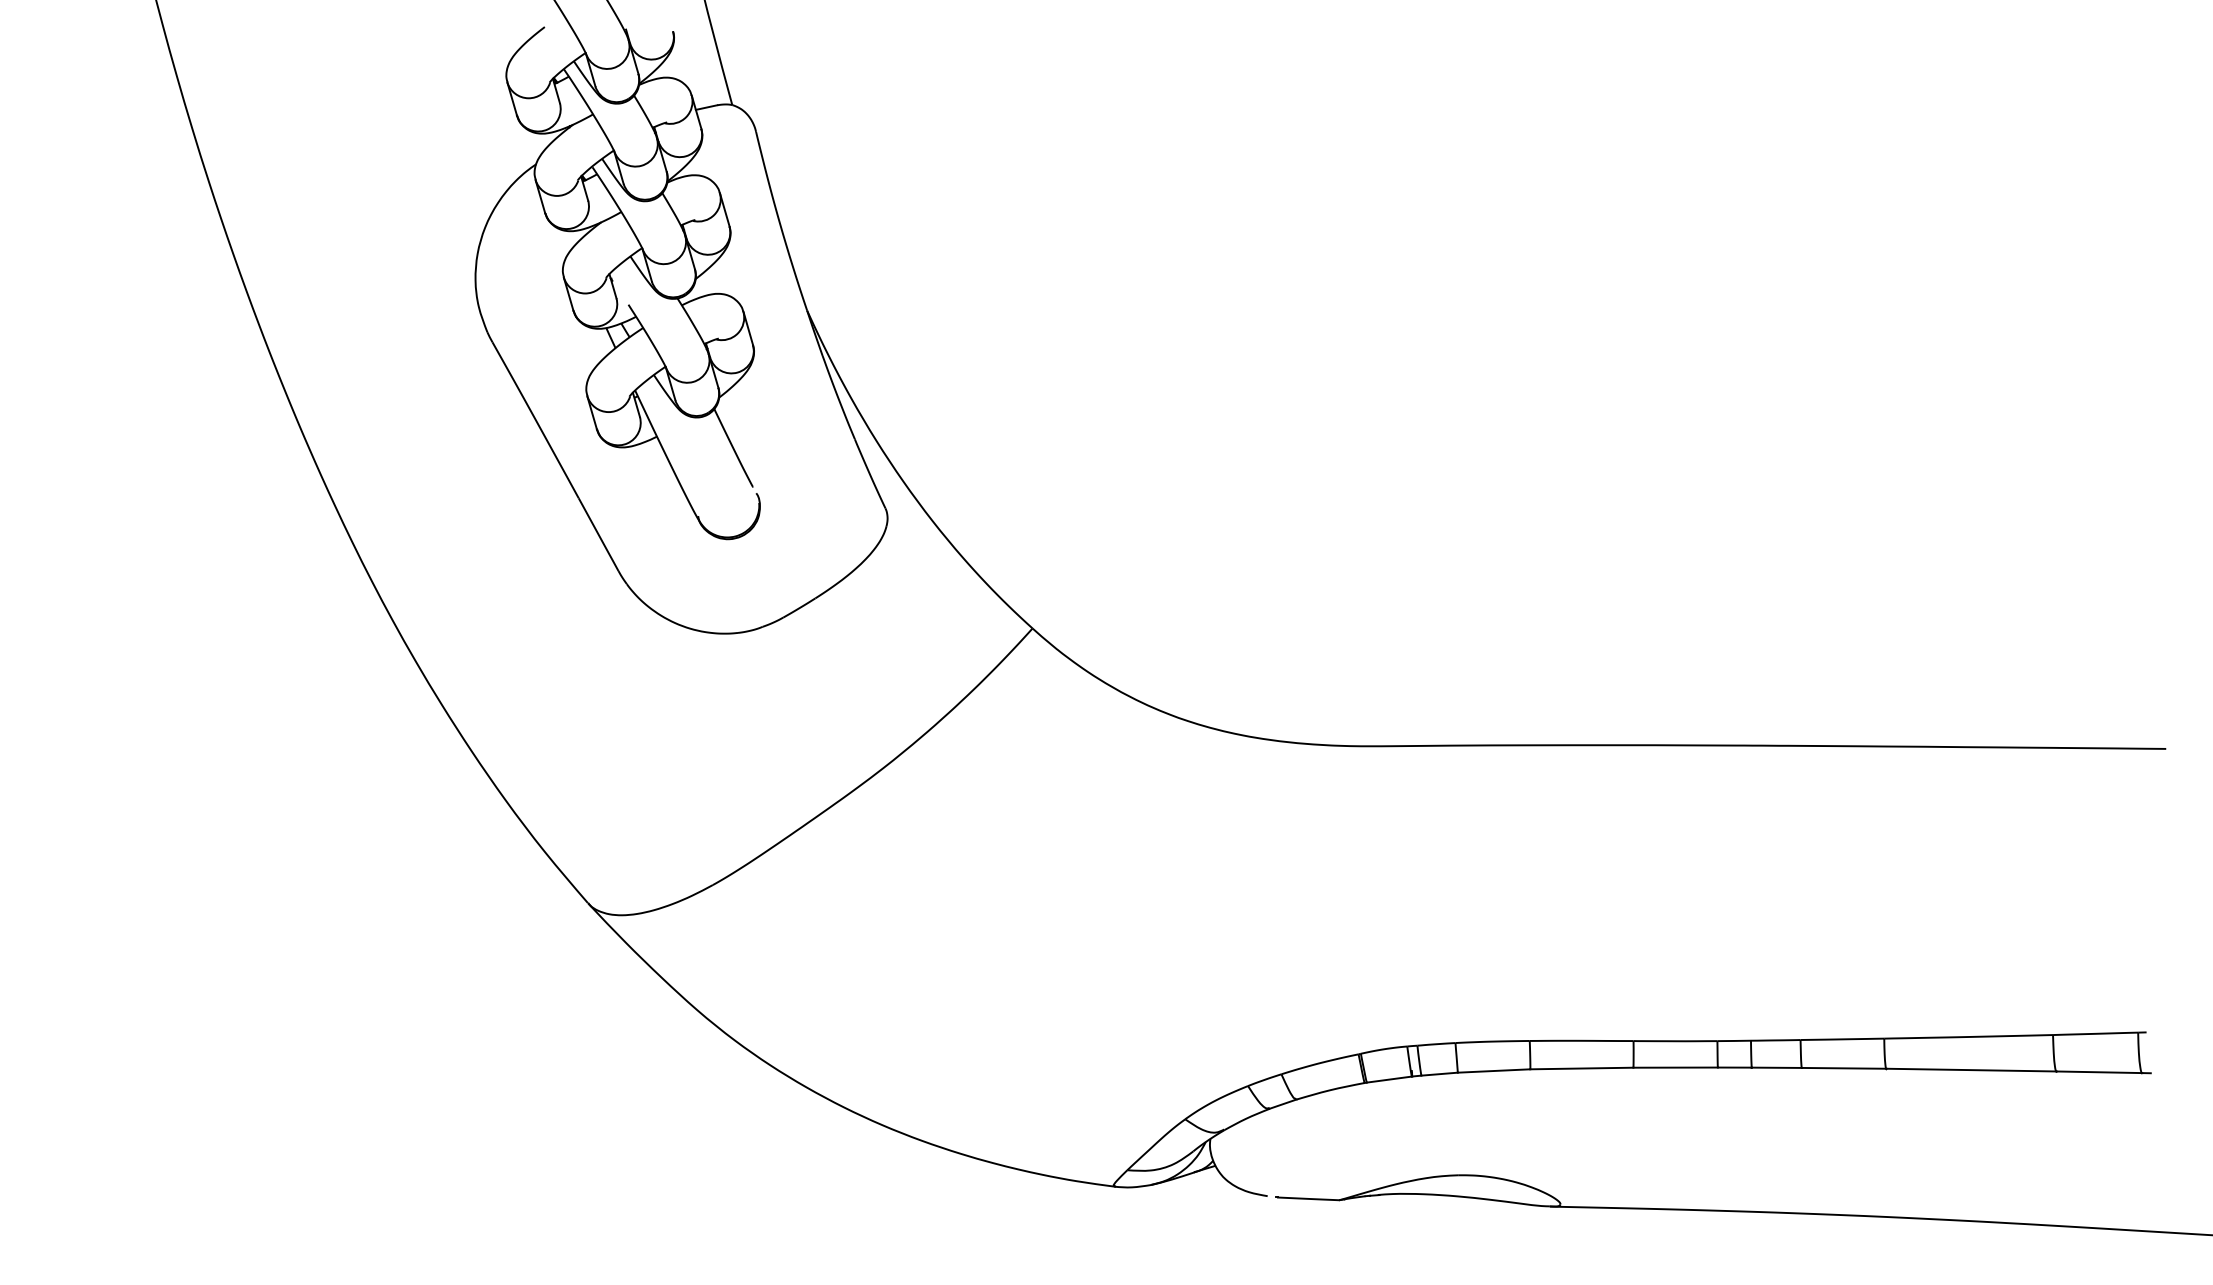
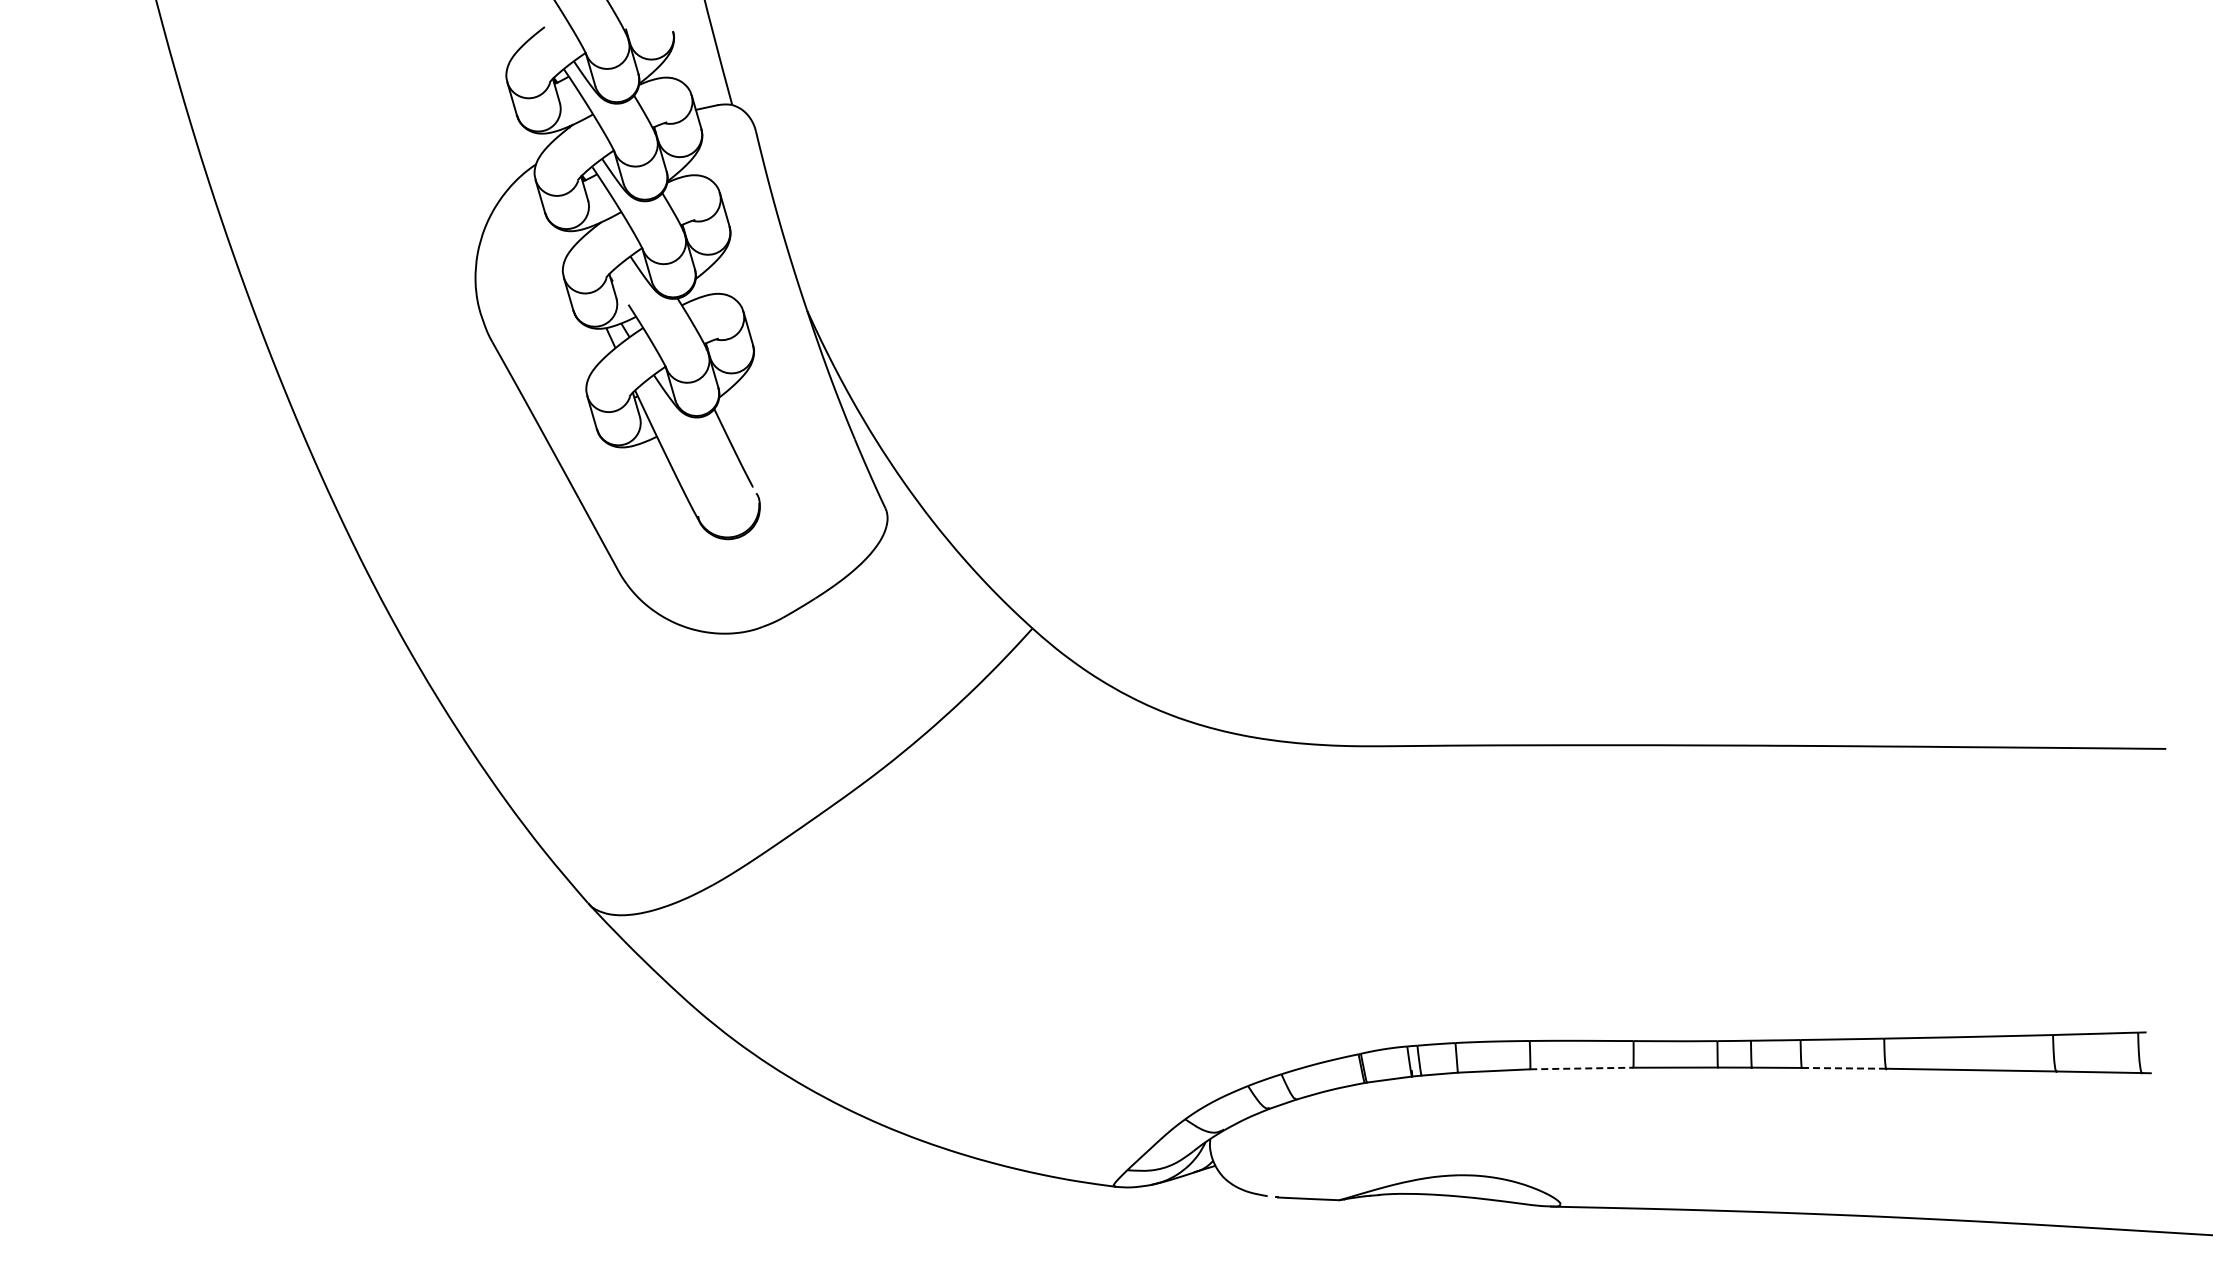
line at (1581, 1068): solid -> dashed
line at (1844, 1068): solid -> dashed
